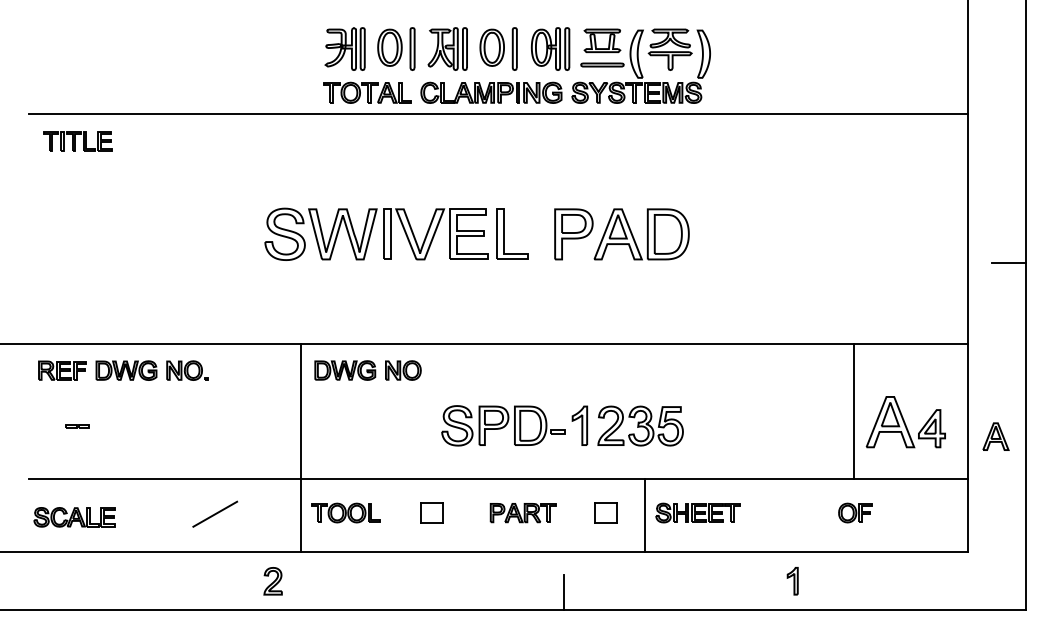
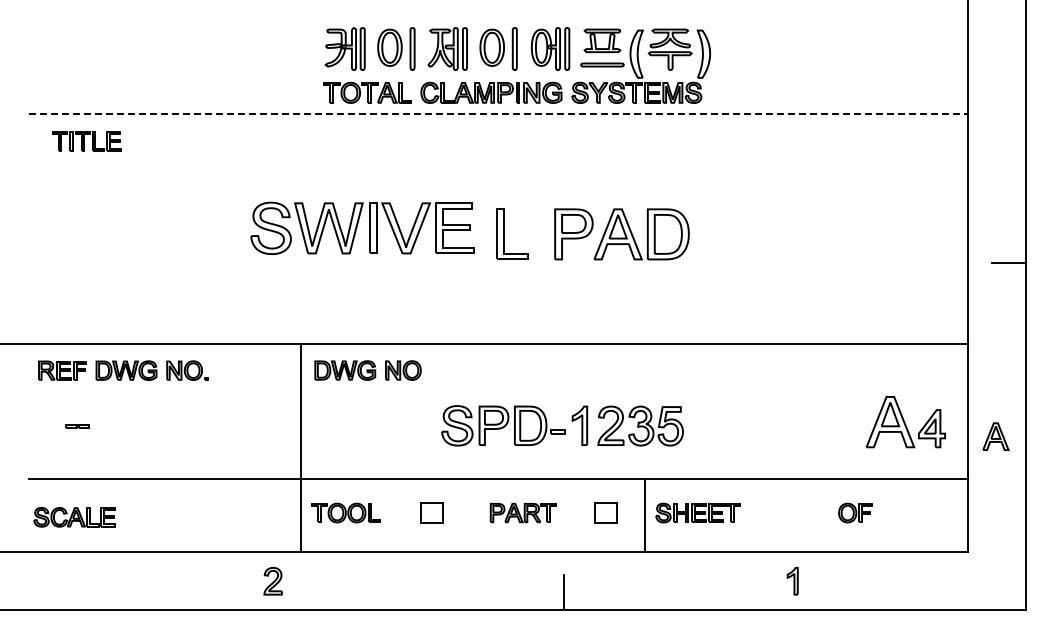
line at (498, 114): solid -> dashed
part at (77, 141) position: (77, 141) -> (86, 141)
part at (376, 233) position: (376, 233) -> (362, 227)
line at (853, 411): present -> none
line at (215, 513): present -> none
